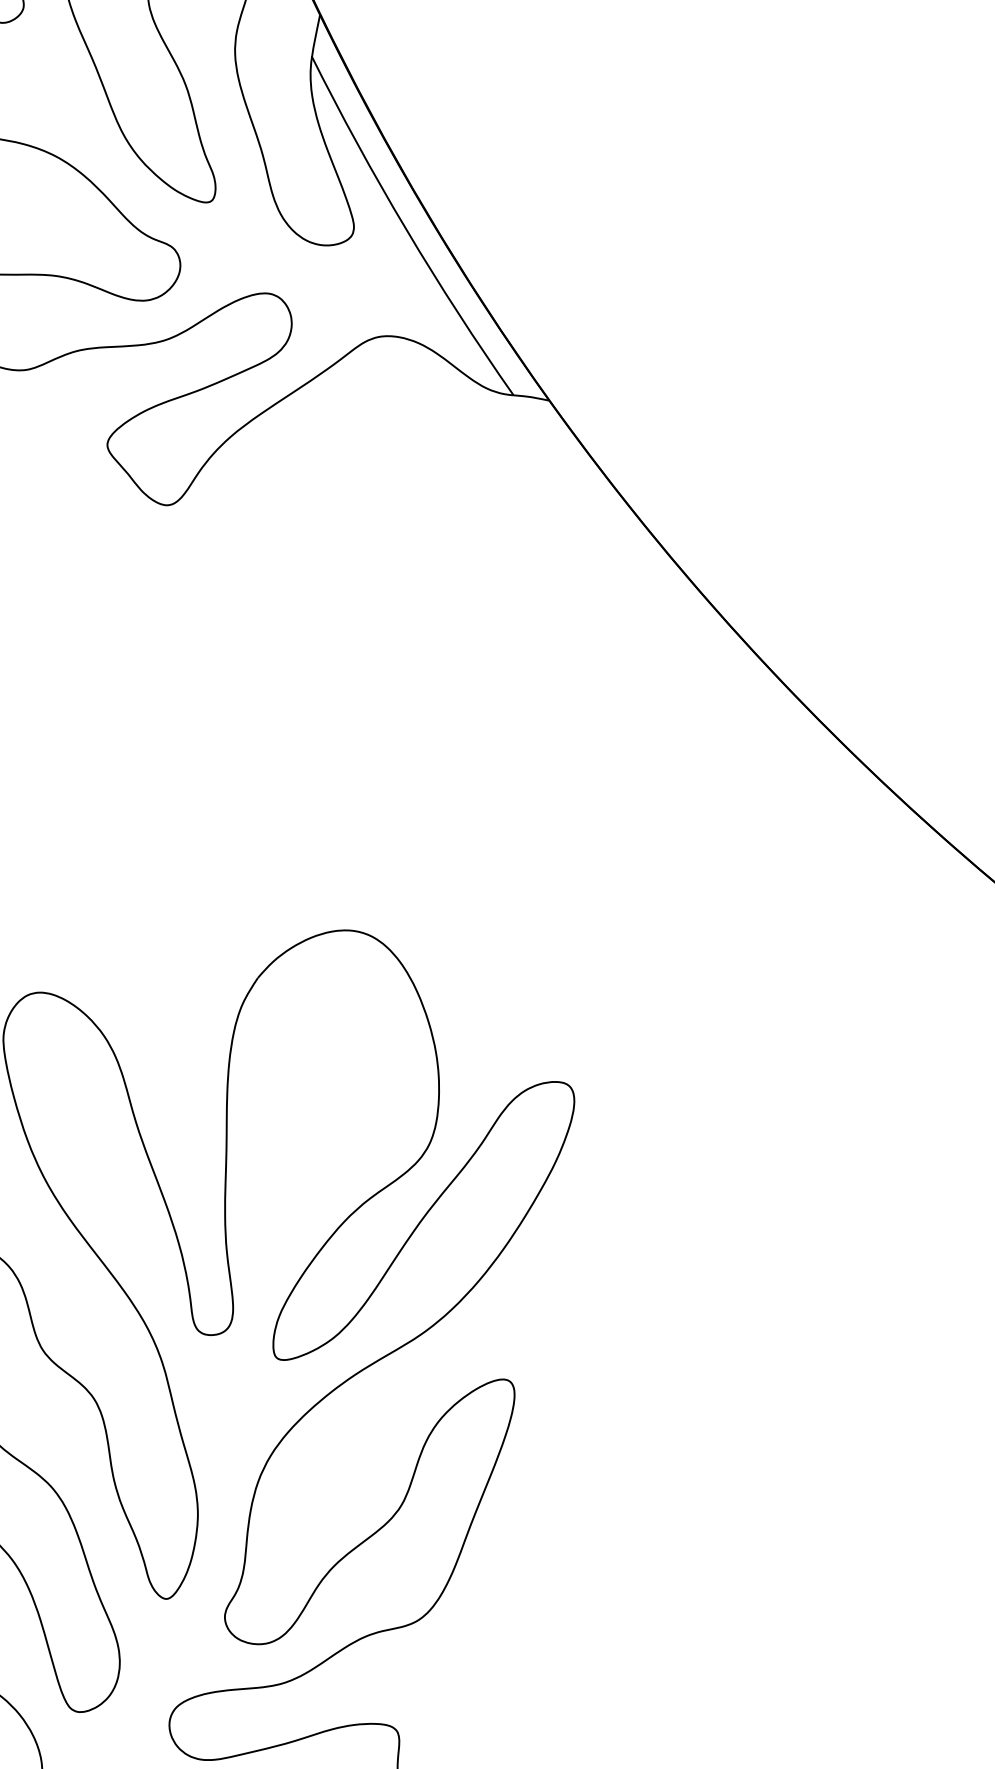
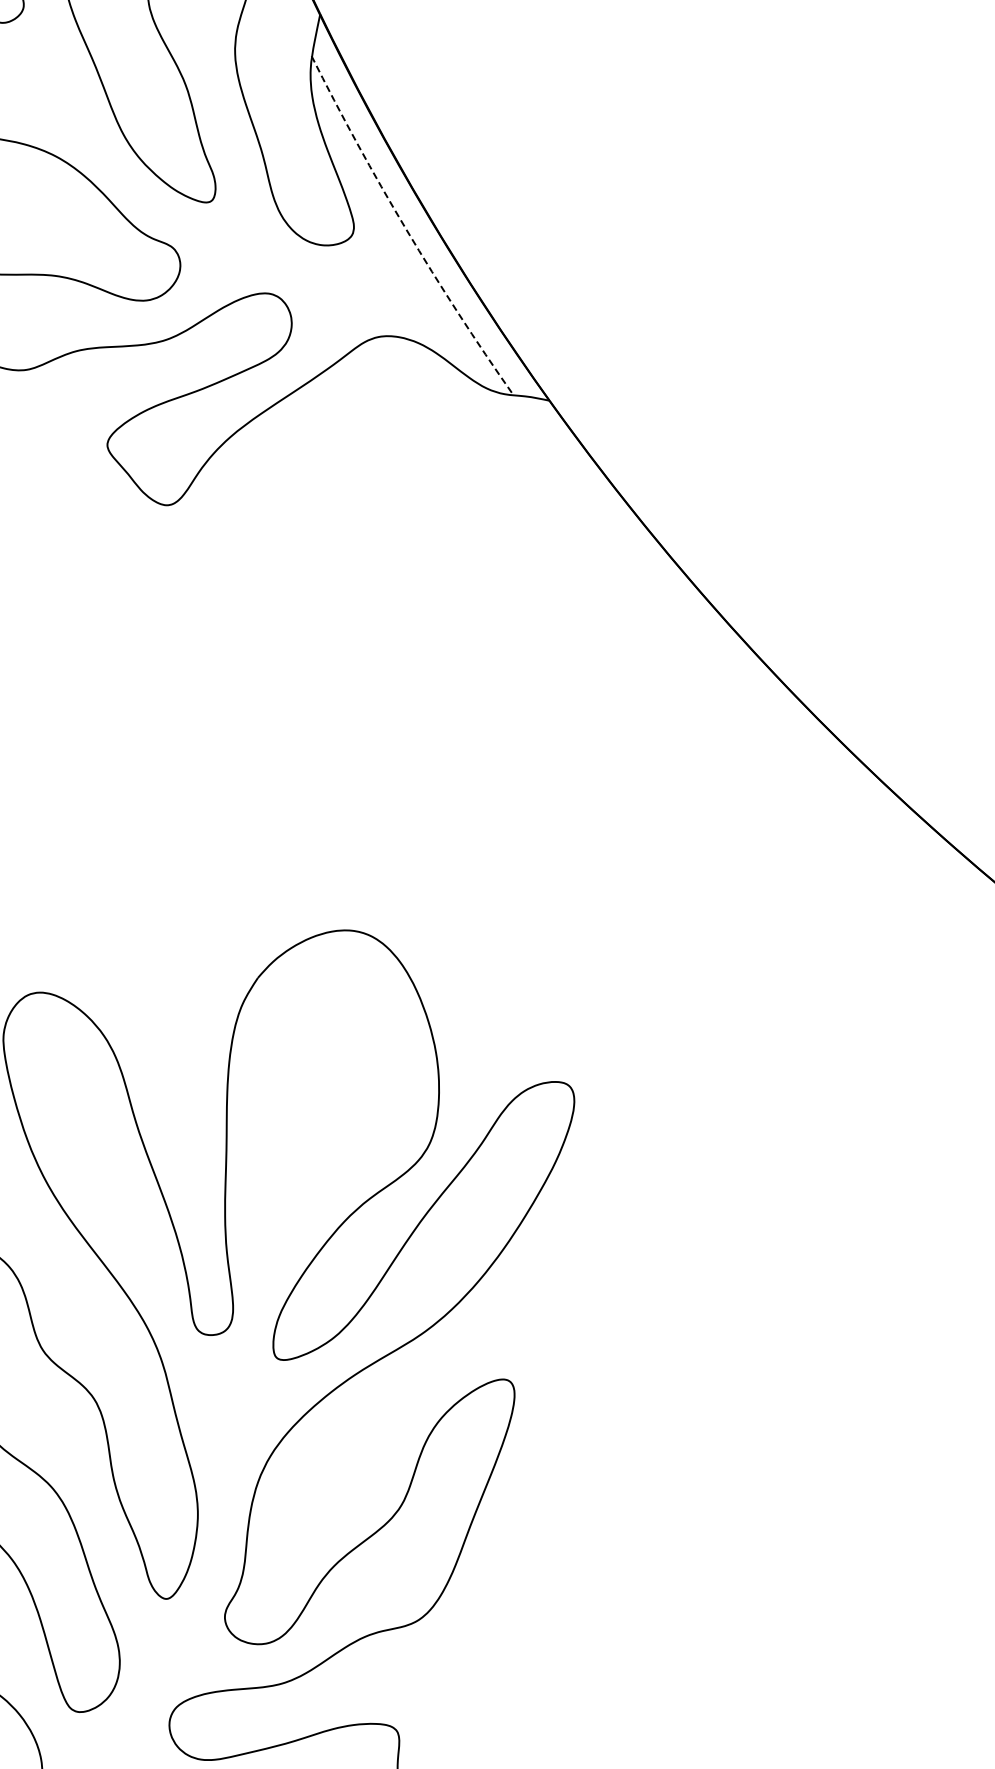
arc at (406, 229): solid -> dashed
